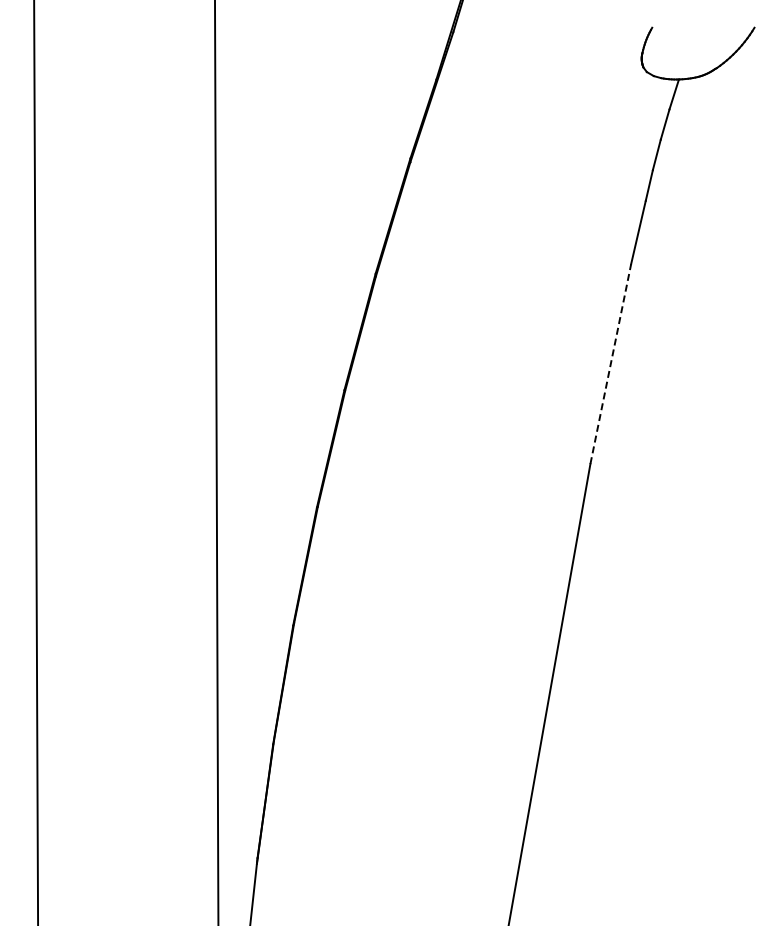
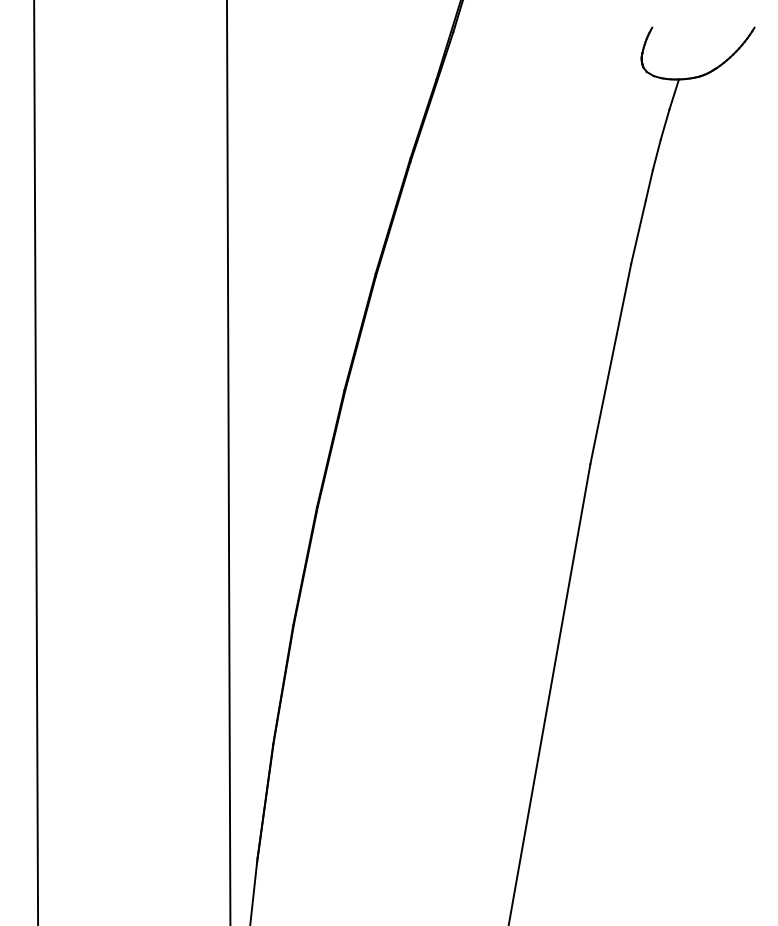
line at (610, 363): dashed -> solid
line at (216, 462) position: (216, 462) -> (228, 462)
